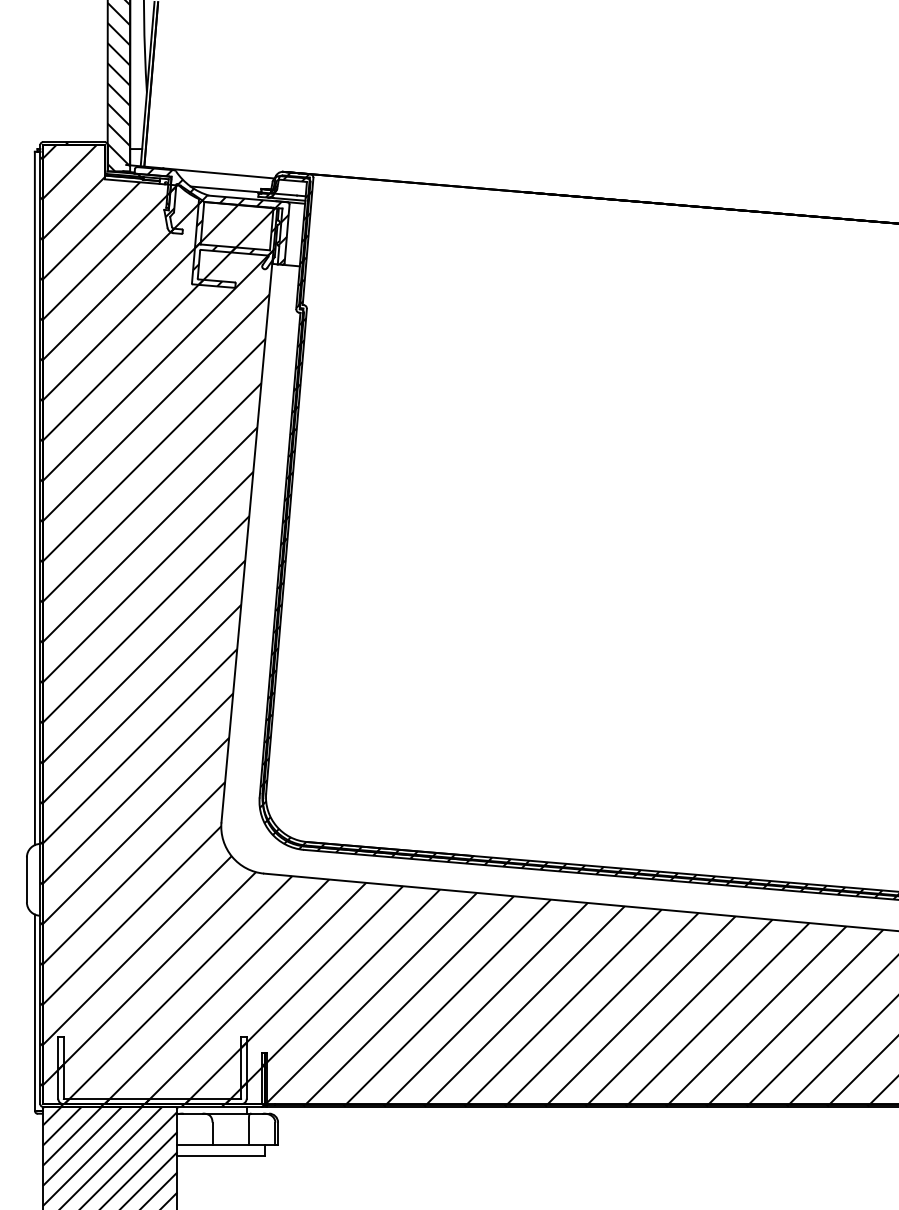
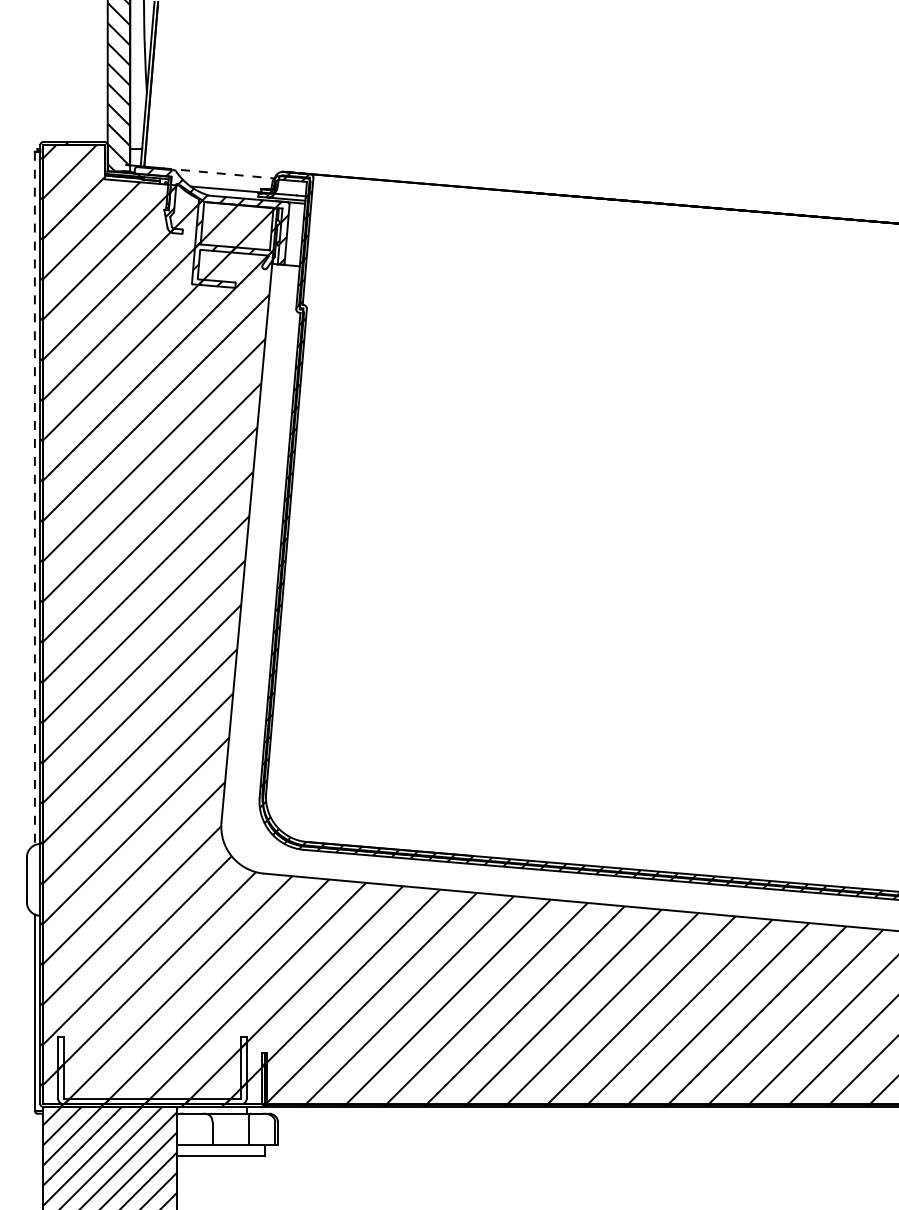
line at (218, 173): solid -> dashed
line at (34, 498): solid -> dashed
